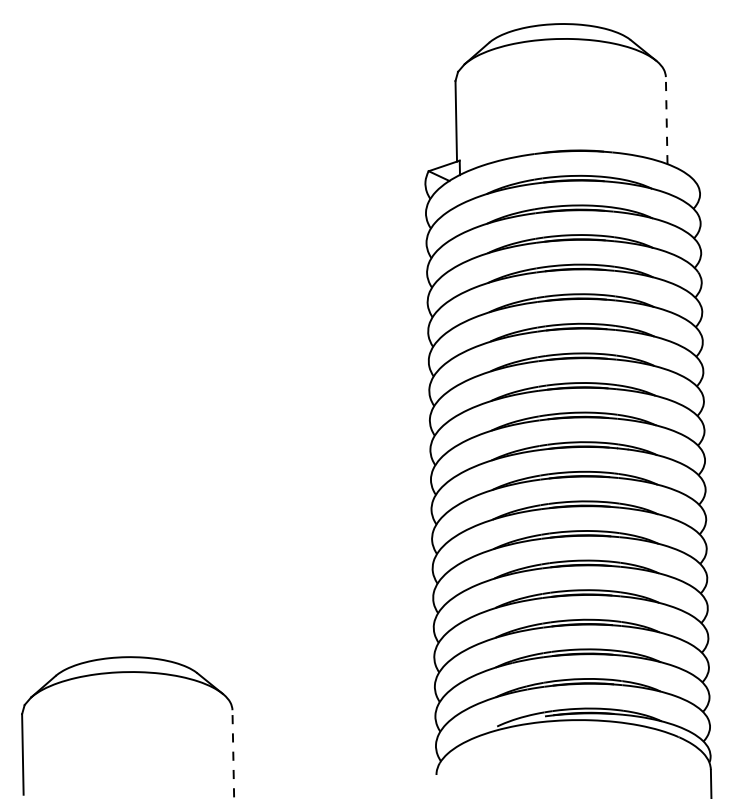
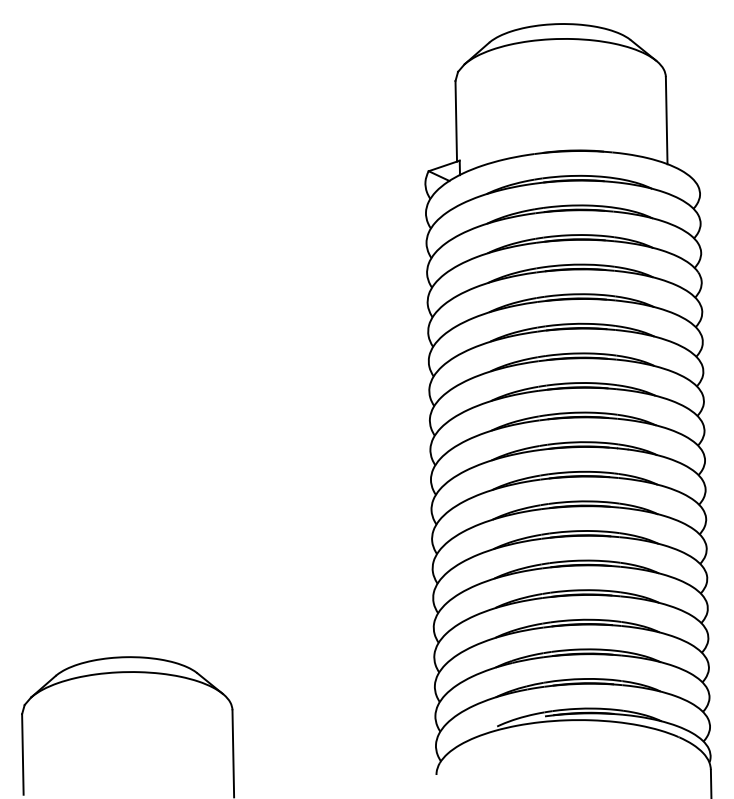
line at (666, 120): dashed -> solid
line at (233, 753): dashed -> solid
